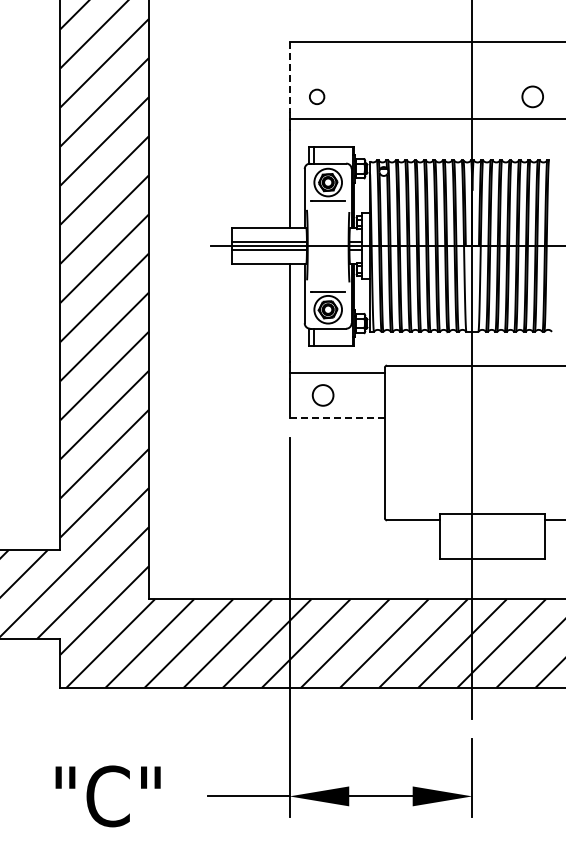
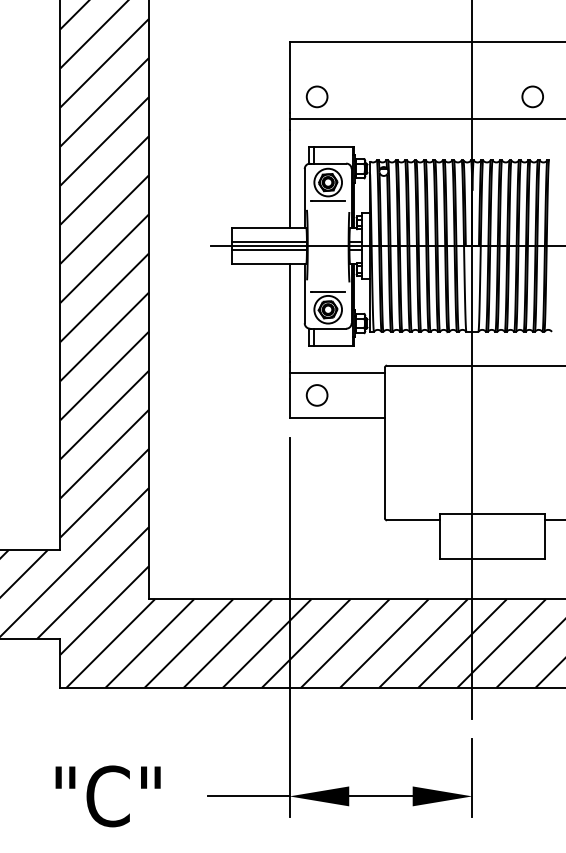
line at (289, 77): dashed -> solid
circle at (317, 96) size: 17x17 px -> 24x24 px
circle at (322, 395) position: (322, 395) -> (316, 395)
line at (337, 417): dashed -> solid
